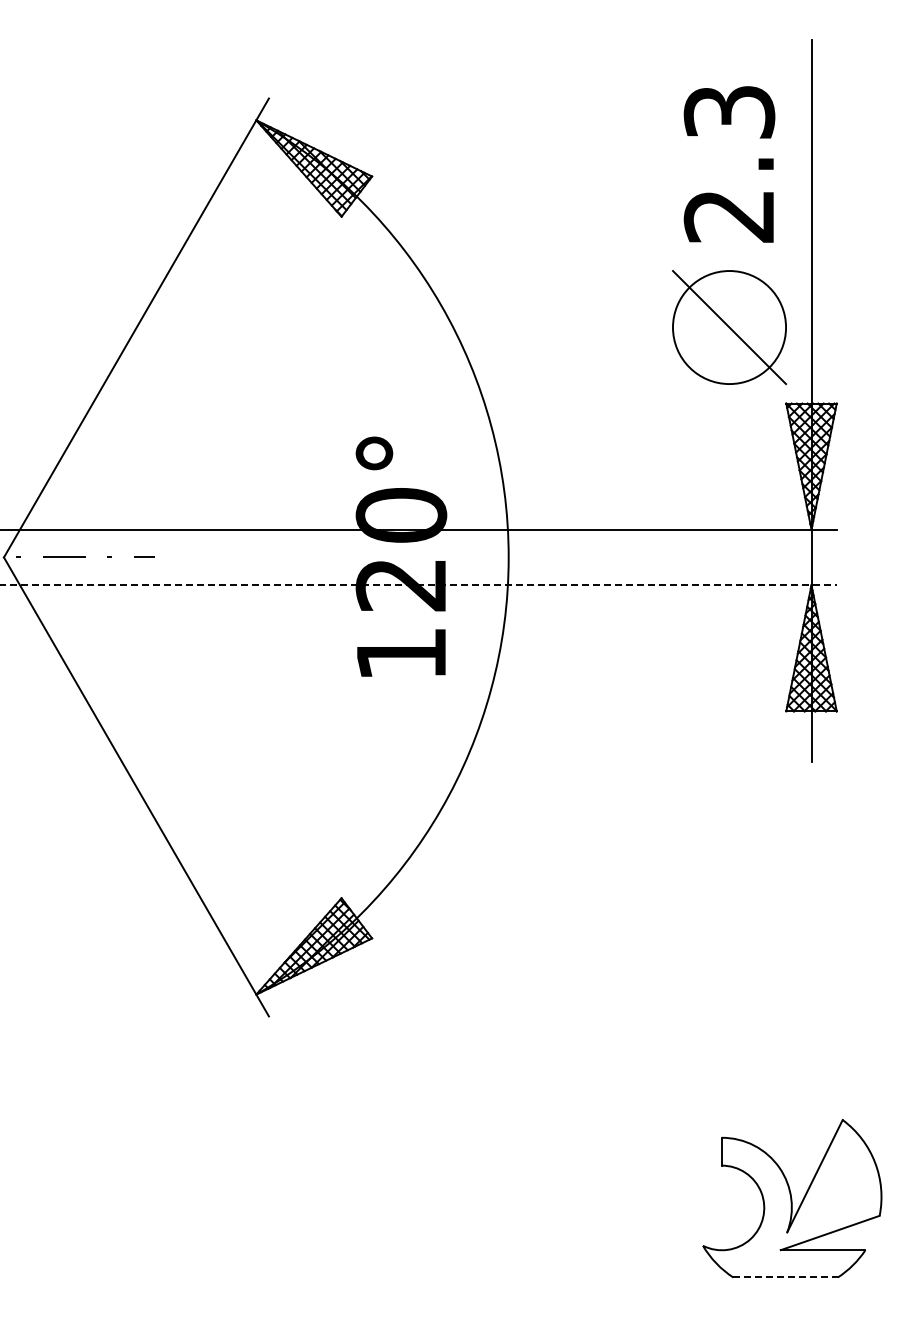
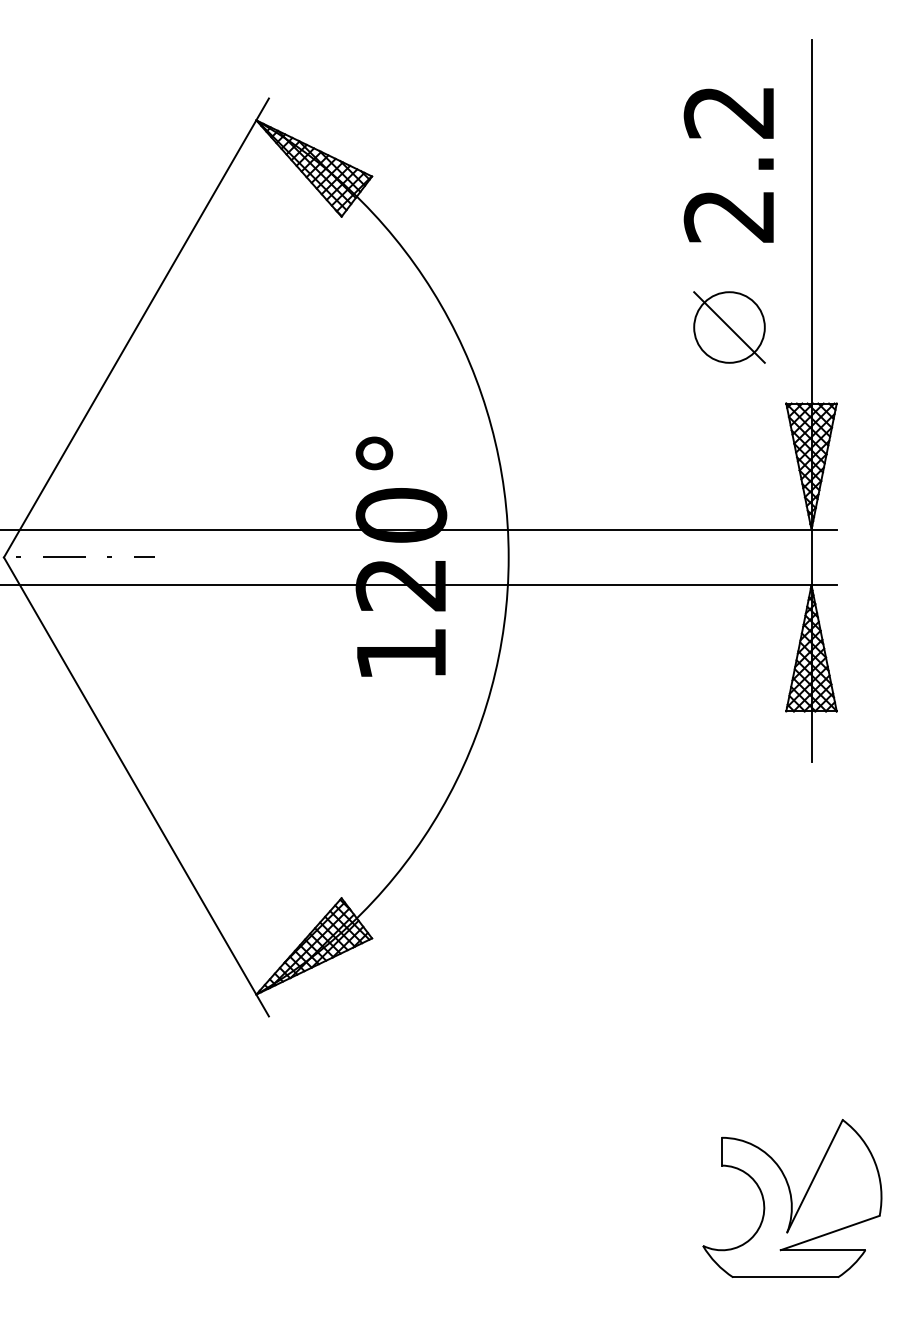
text at (729, 112): 2.3 -> 2.2
part at (729, 327) size: 115x115 px -> 73x73 px
line at (418, 585): dashed -> solid
line at (786, 1277): dashed -> solid
